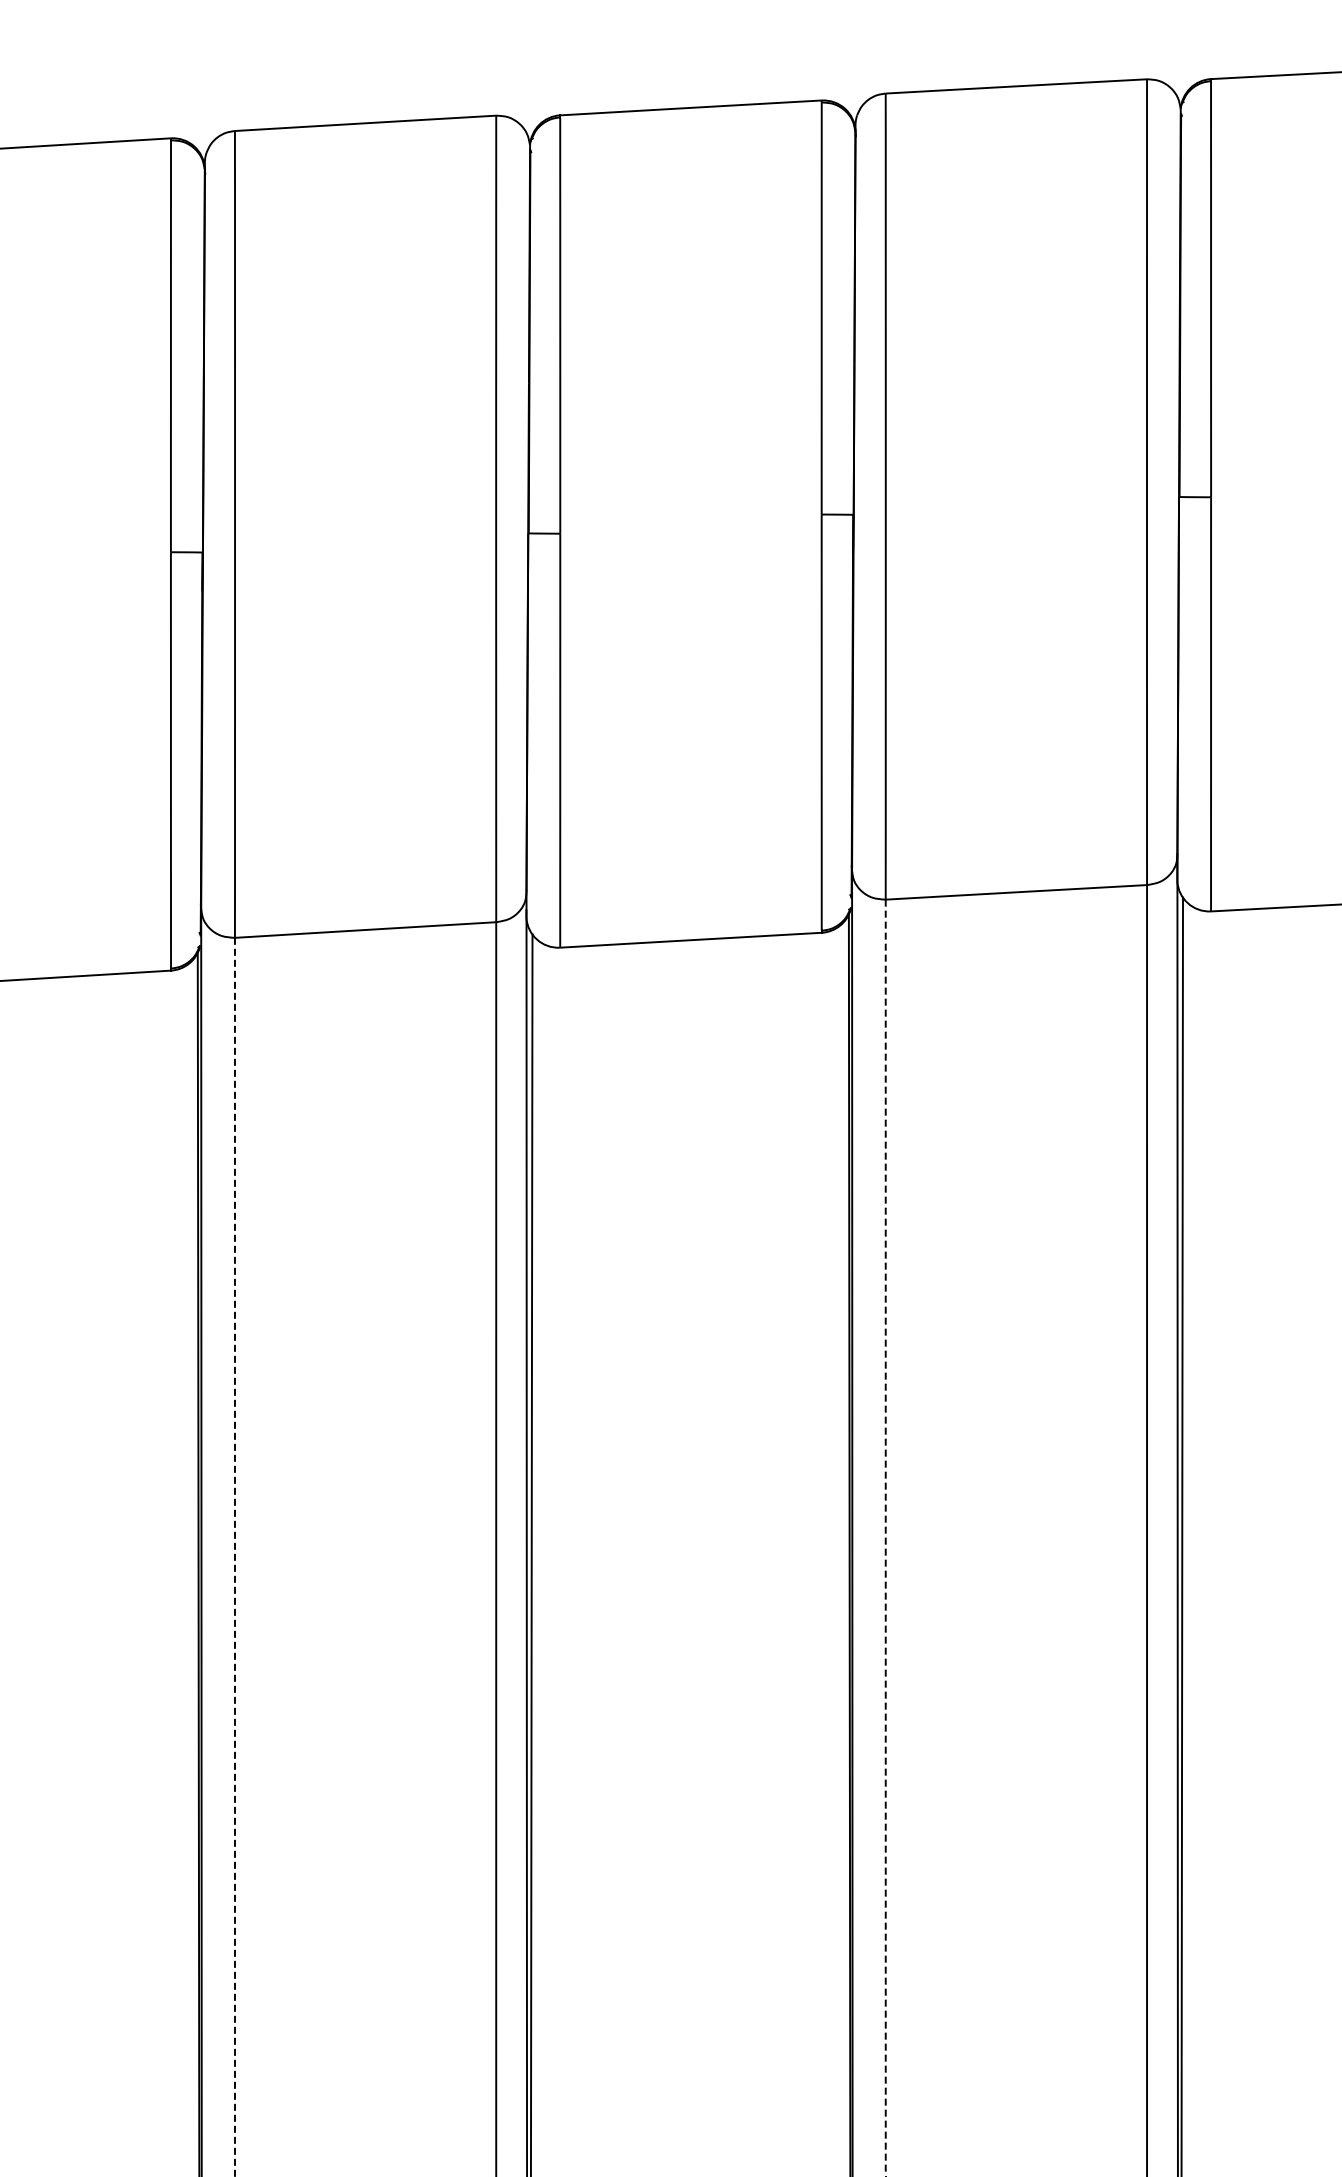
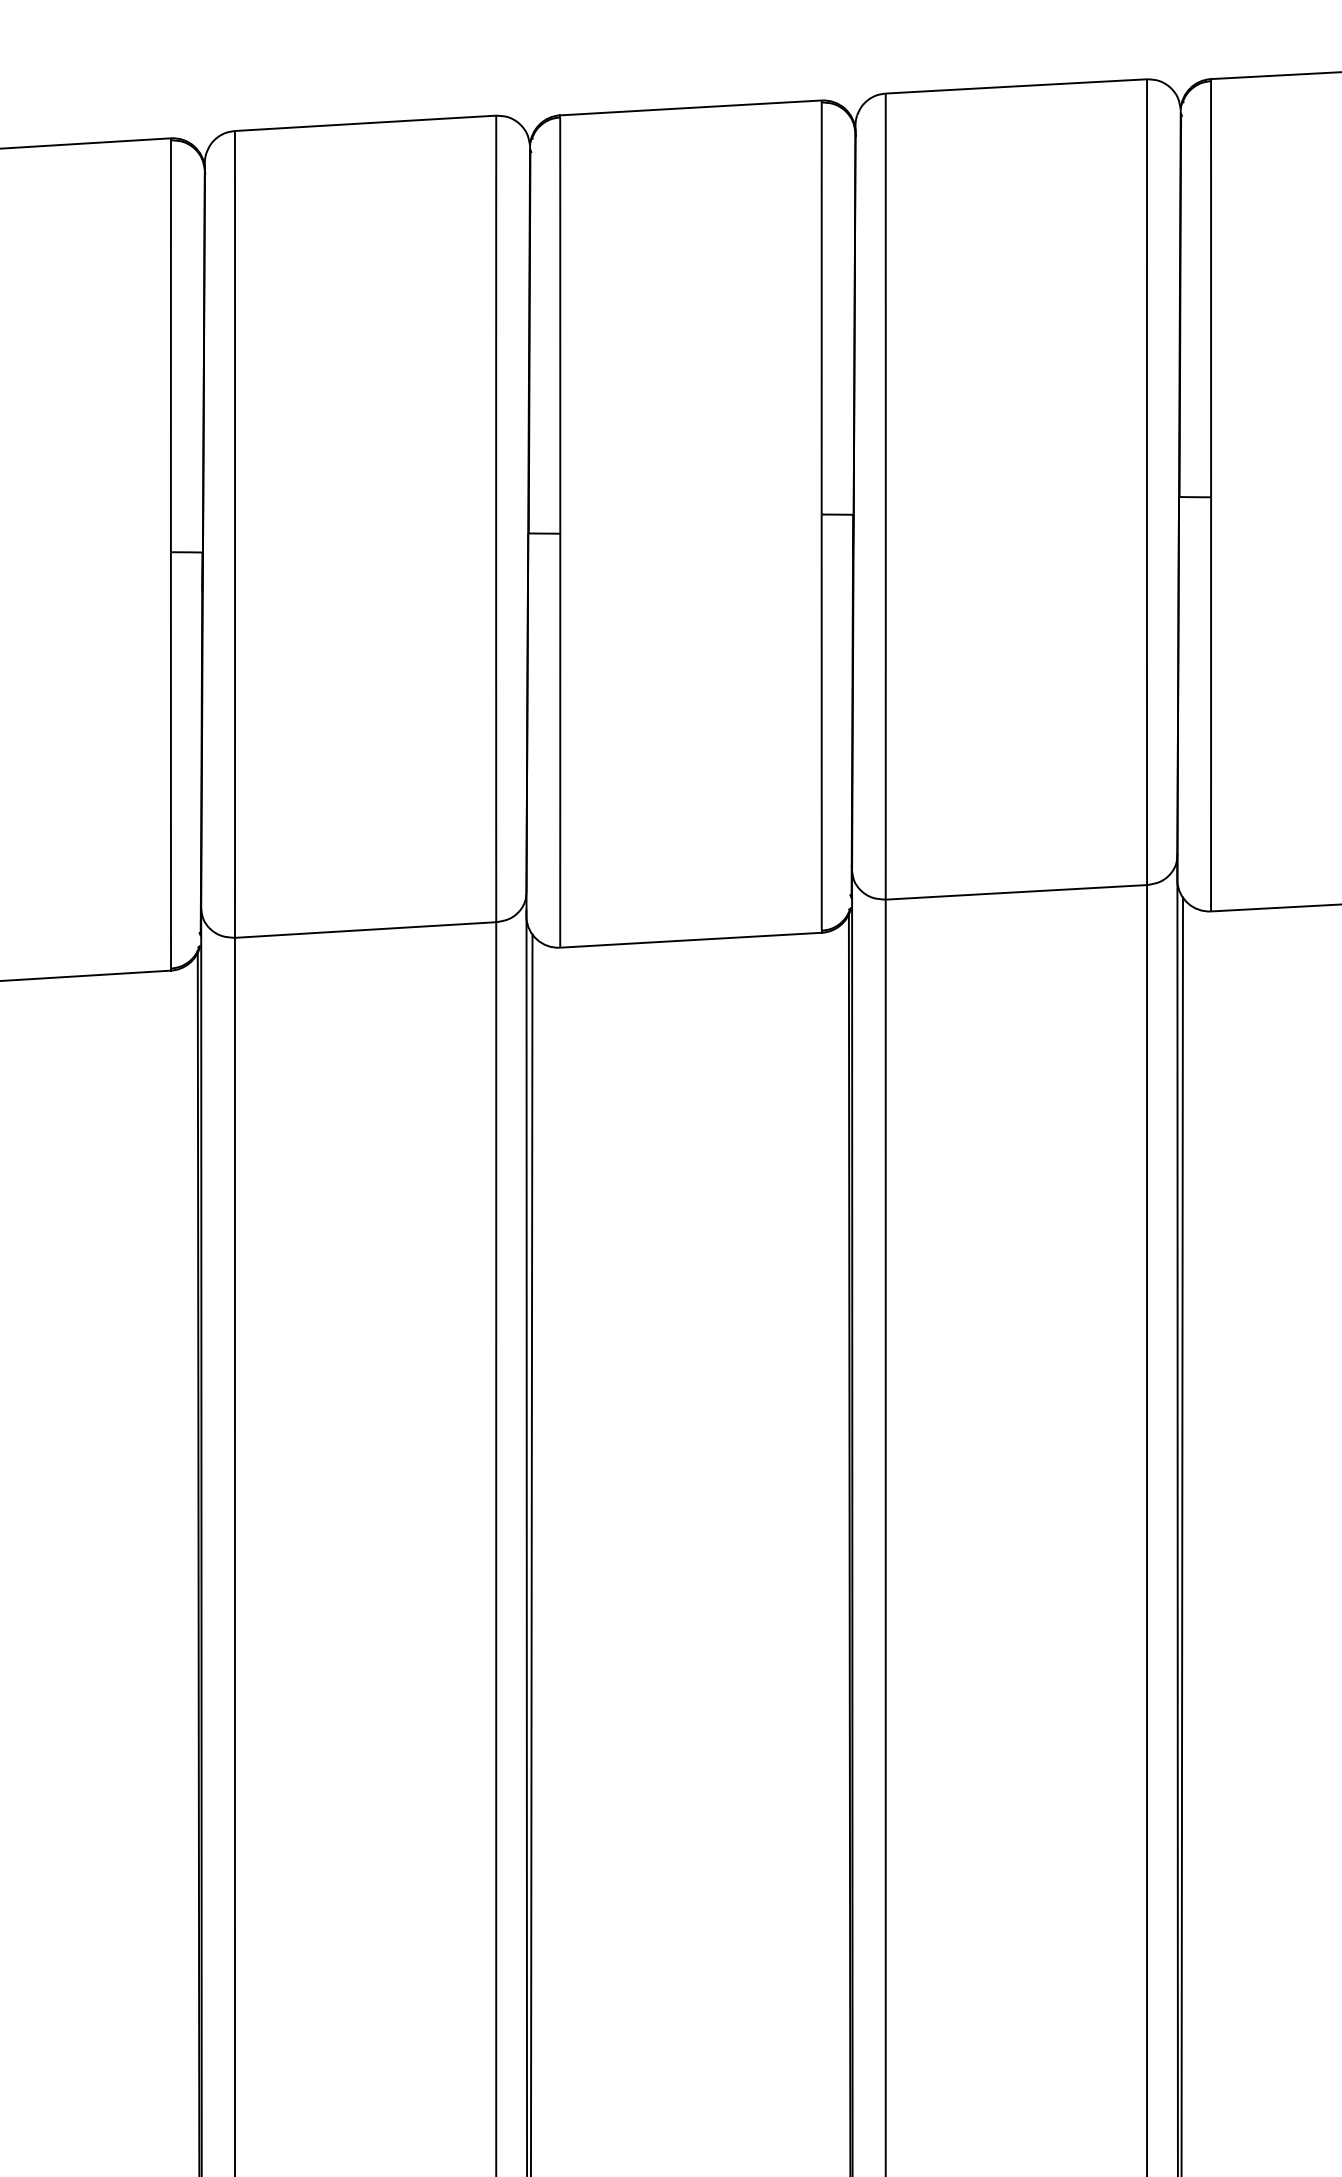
line at (885, 1538): dashed -> solid
line at (234, 1557): dashed -> solid
